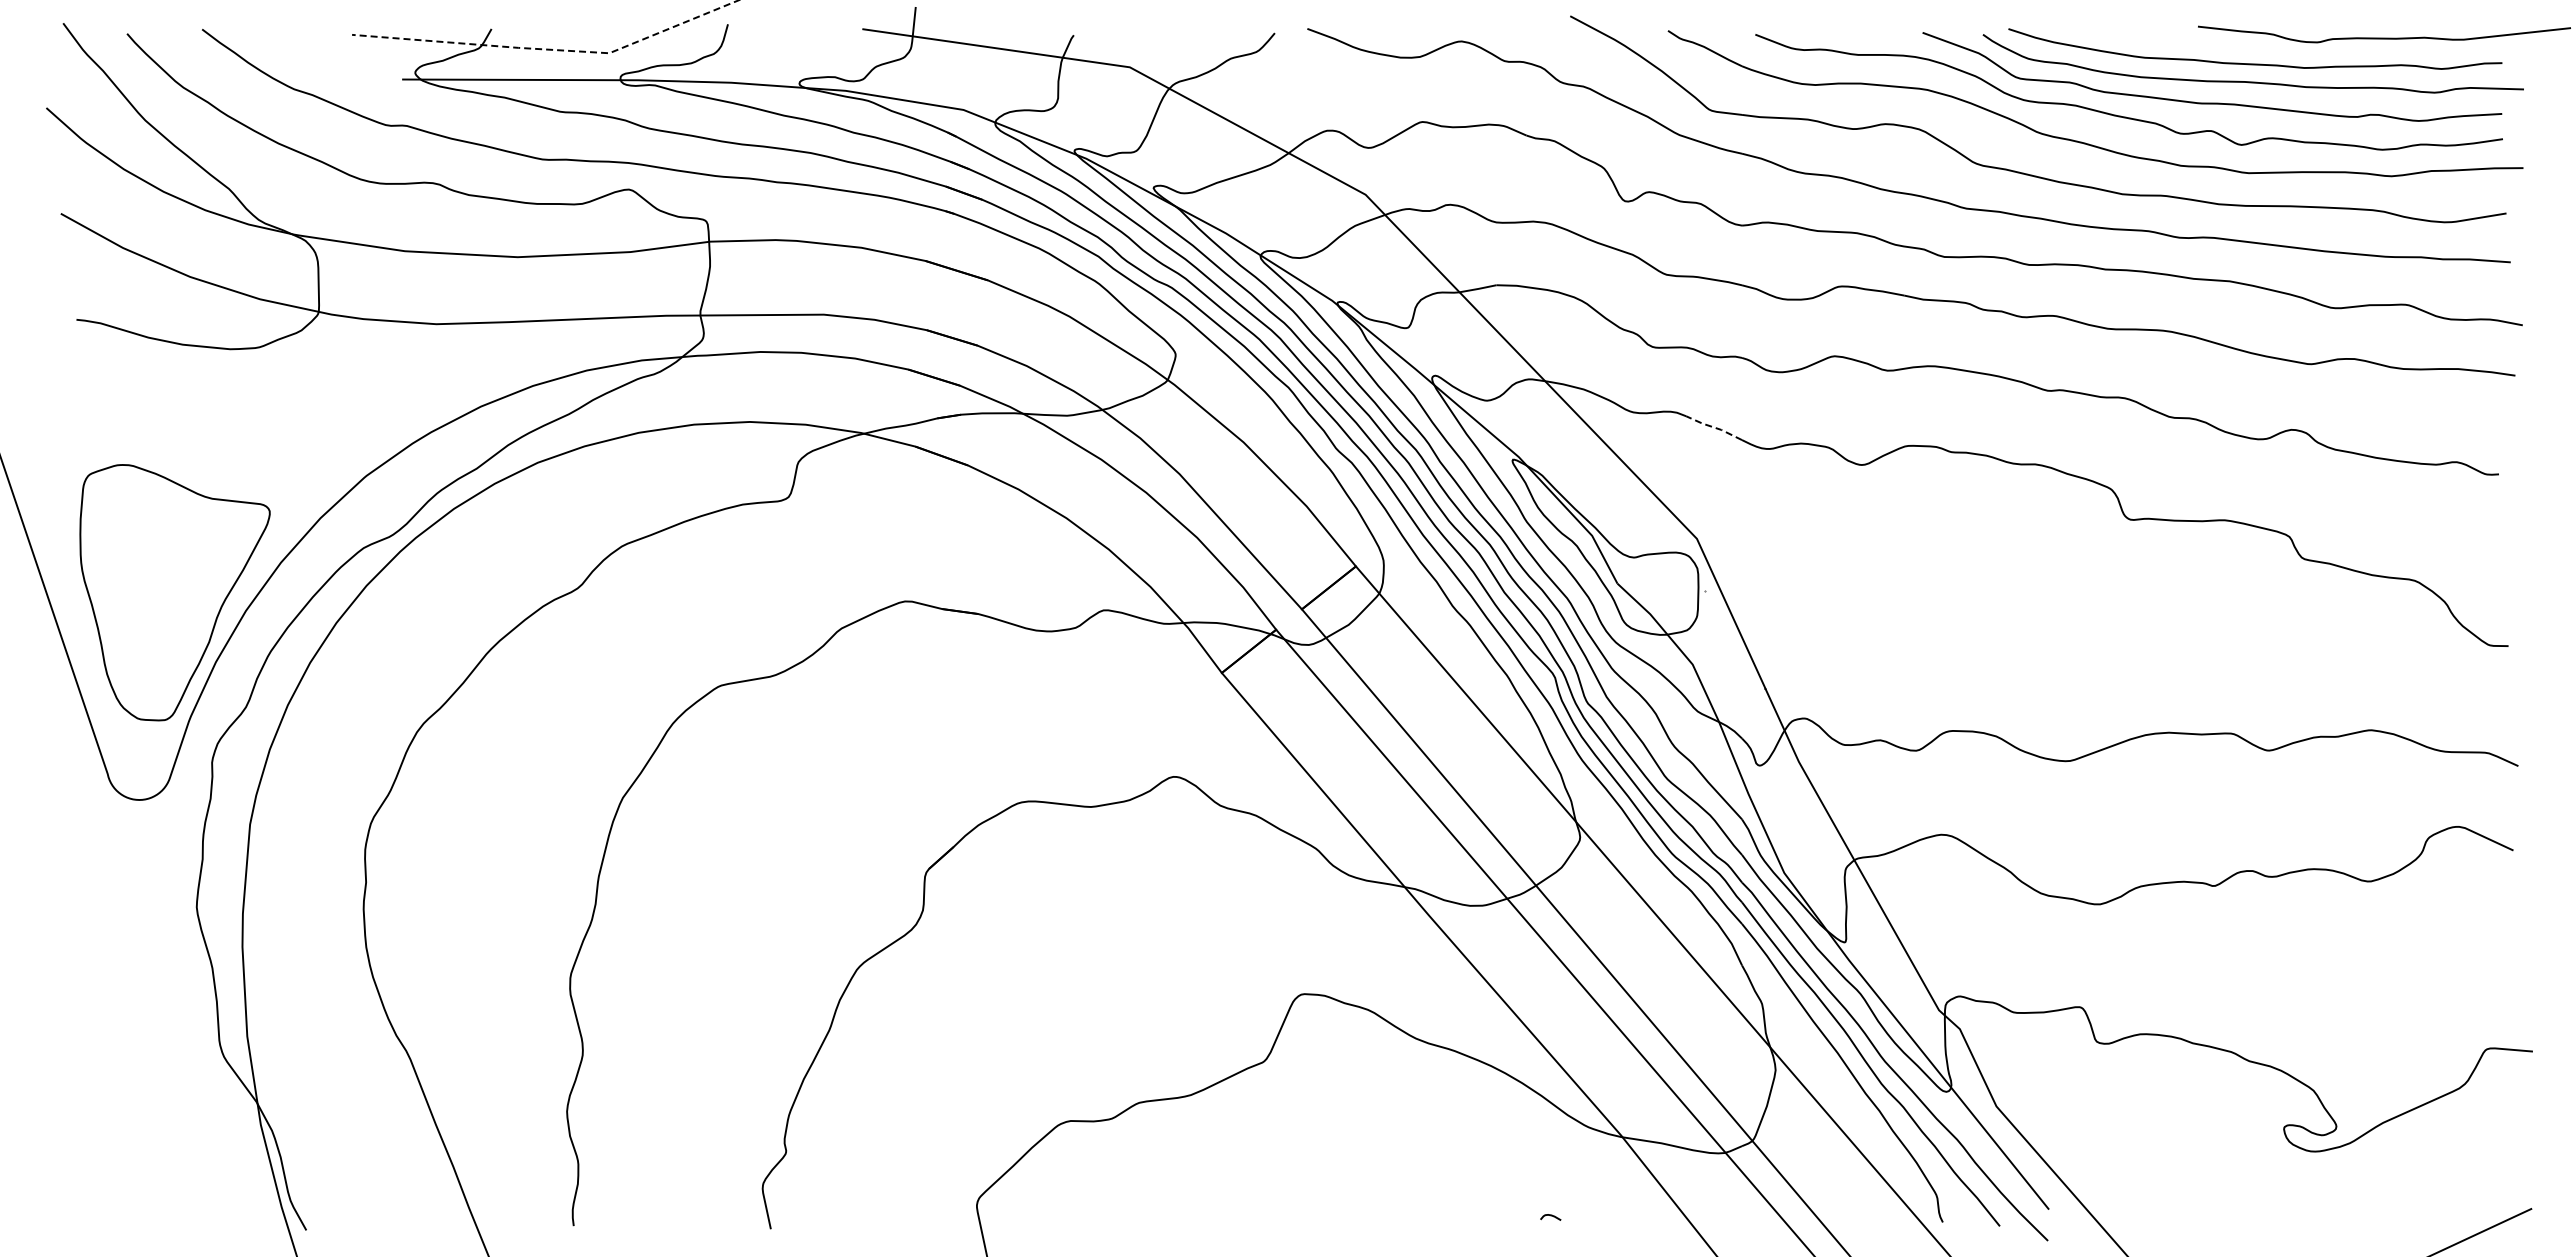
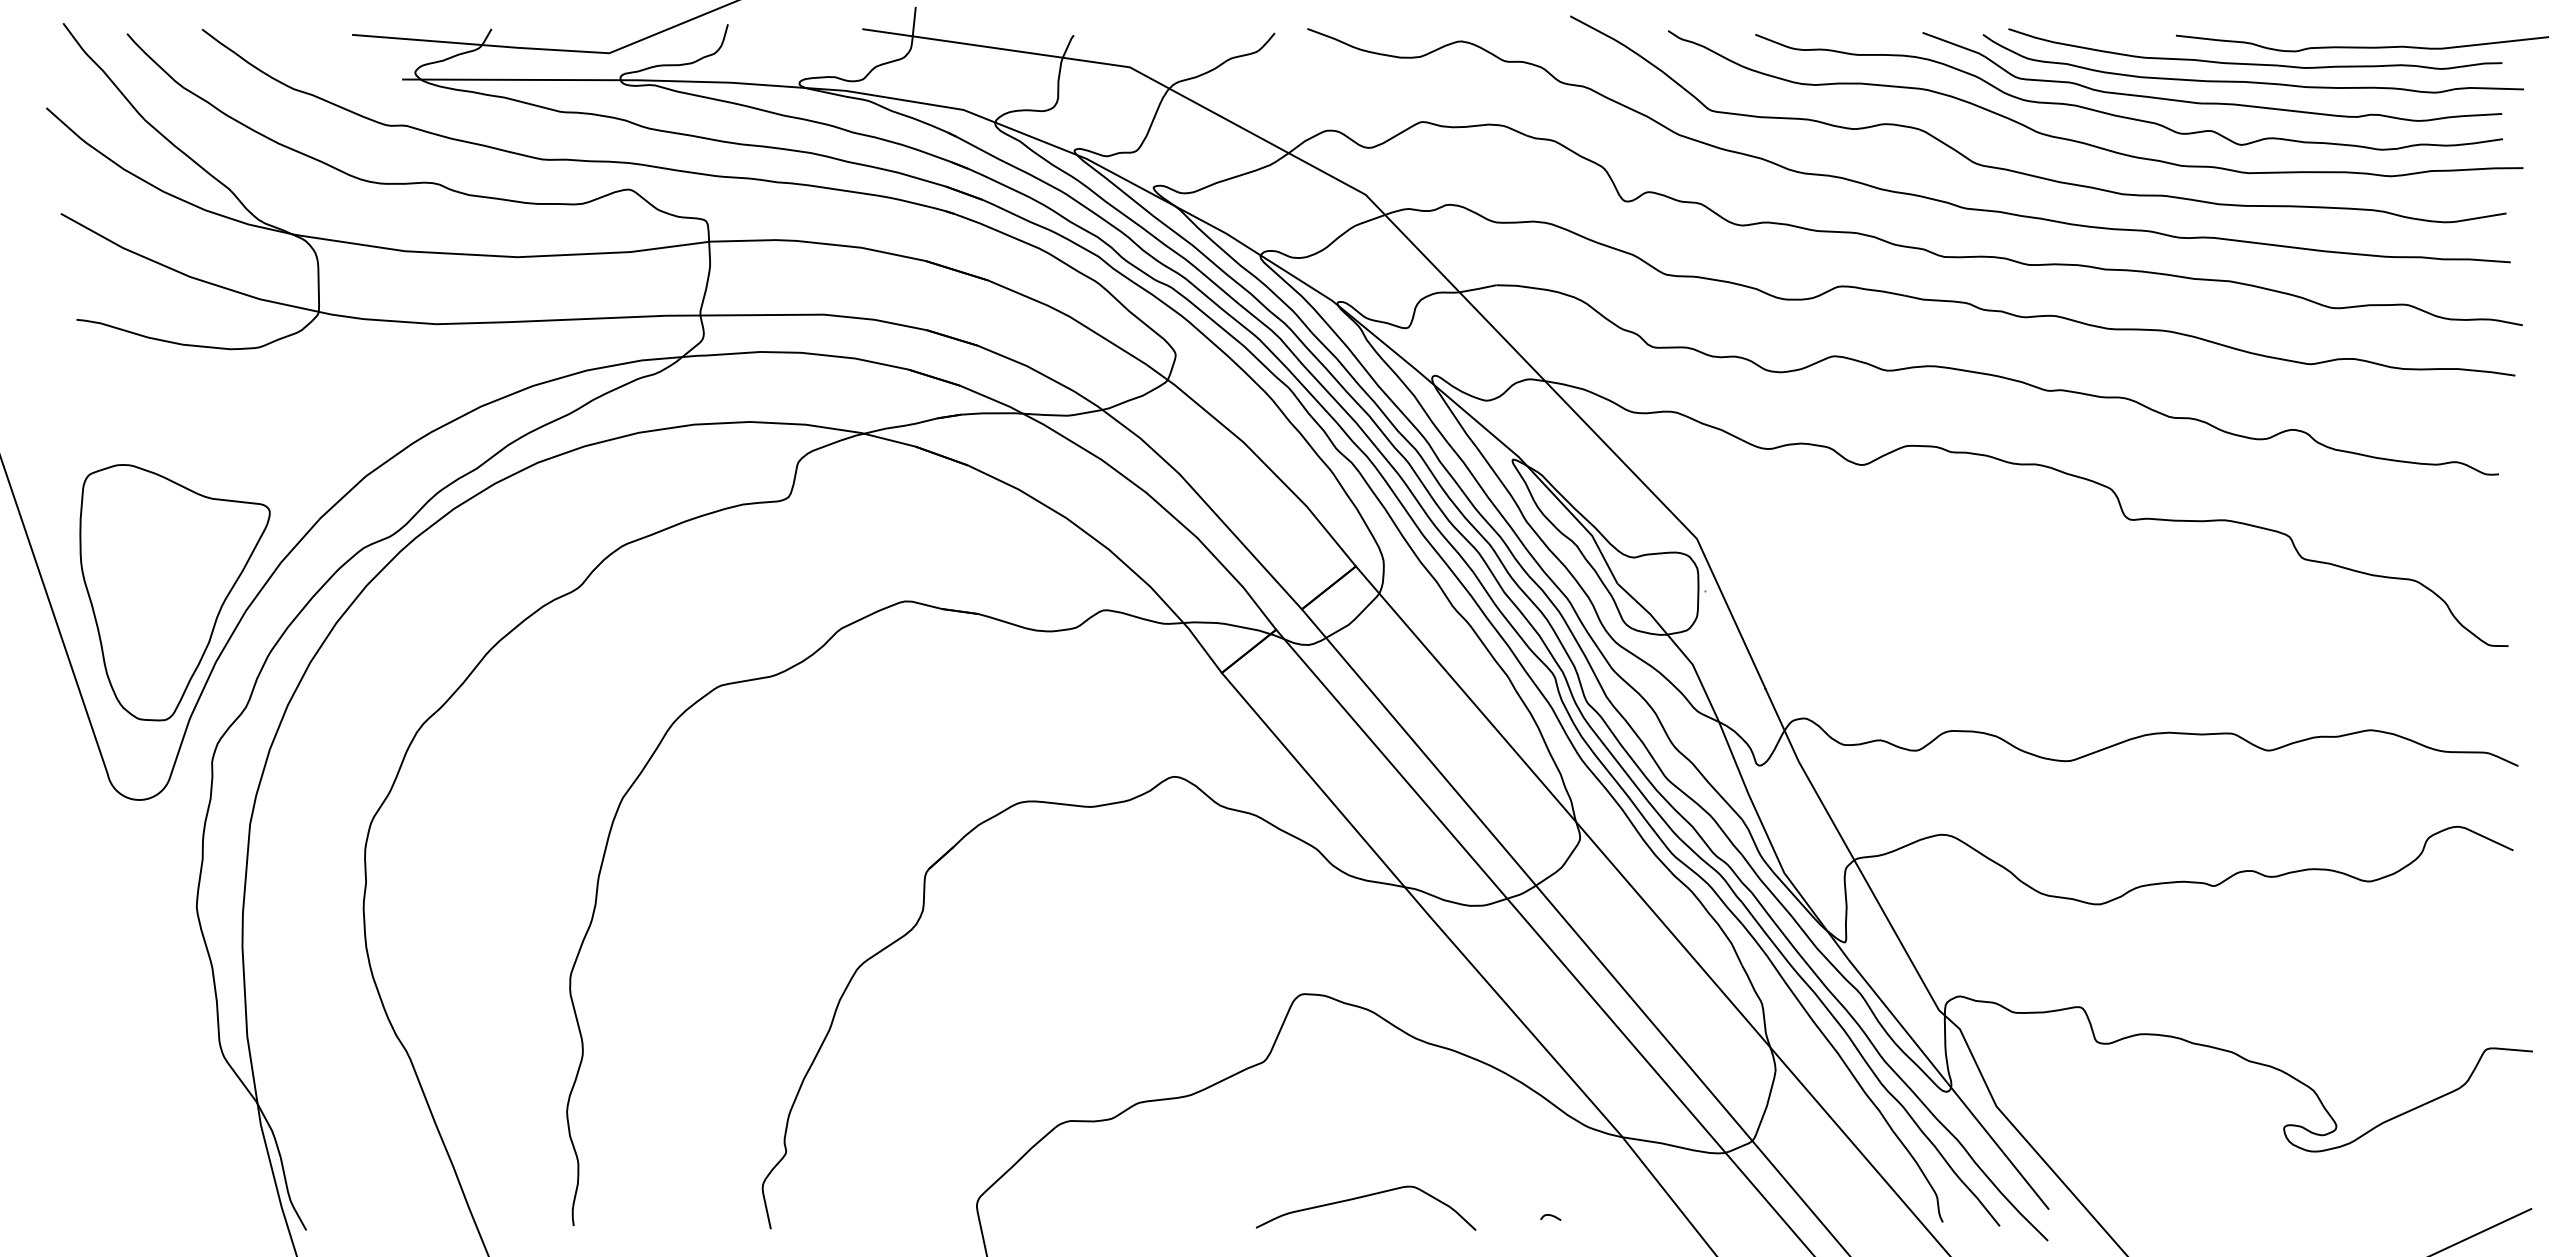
curve at (2384, 37) position: (2384, 37) -> (2362, 46)
line at (550, 49): dashed -> solid
line at (1714, 427): dashed -> solid
curve at (1364, 1197): none -> present
